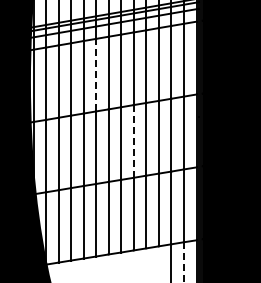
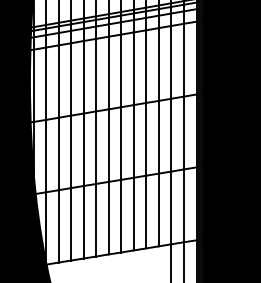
line at (96, 74): dashed -> solid
line at (133, 140): dashed -> solid
line at (183, 262): dashed -> solid
